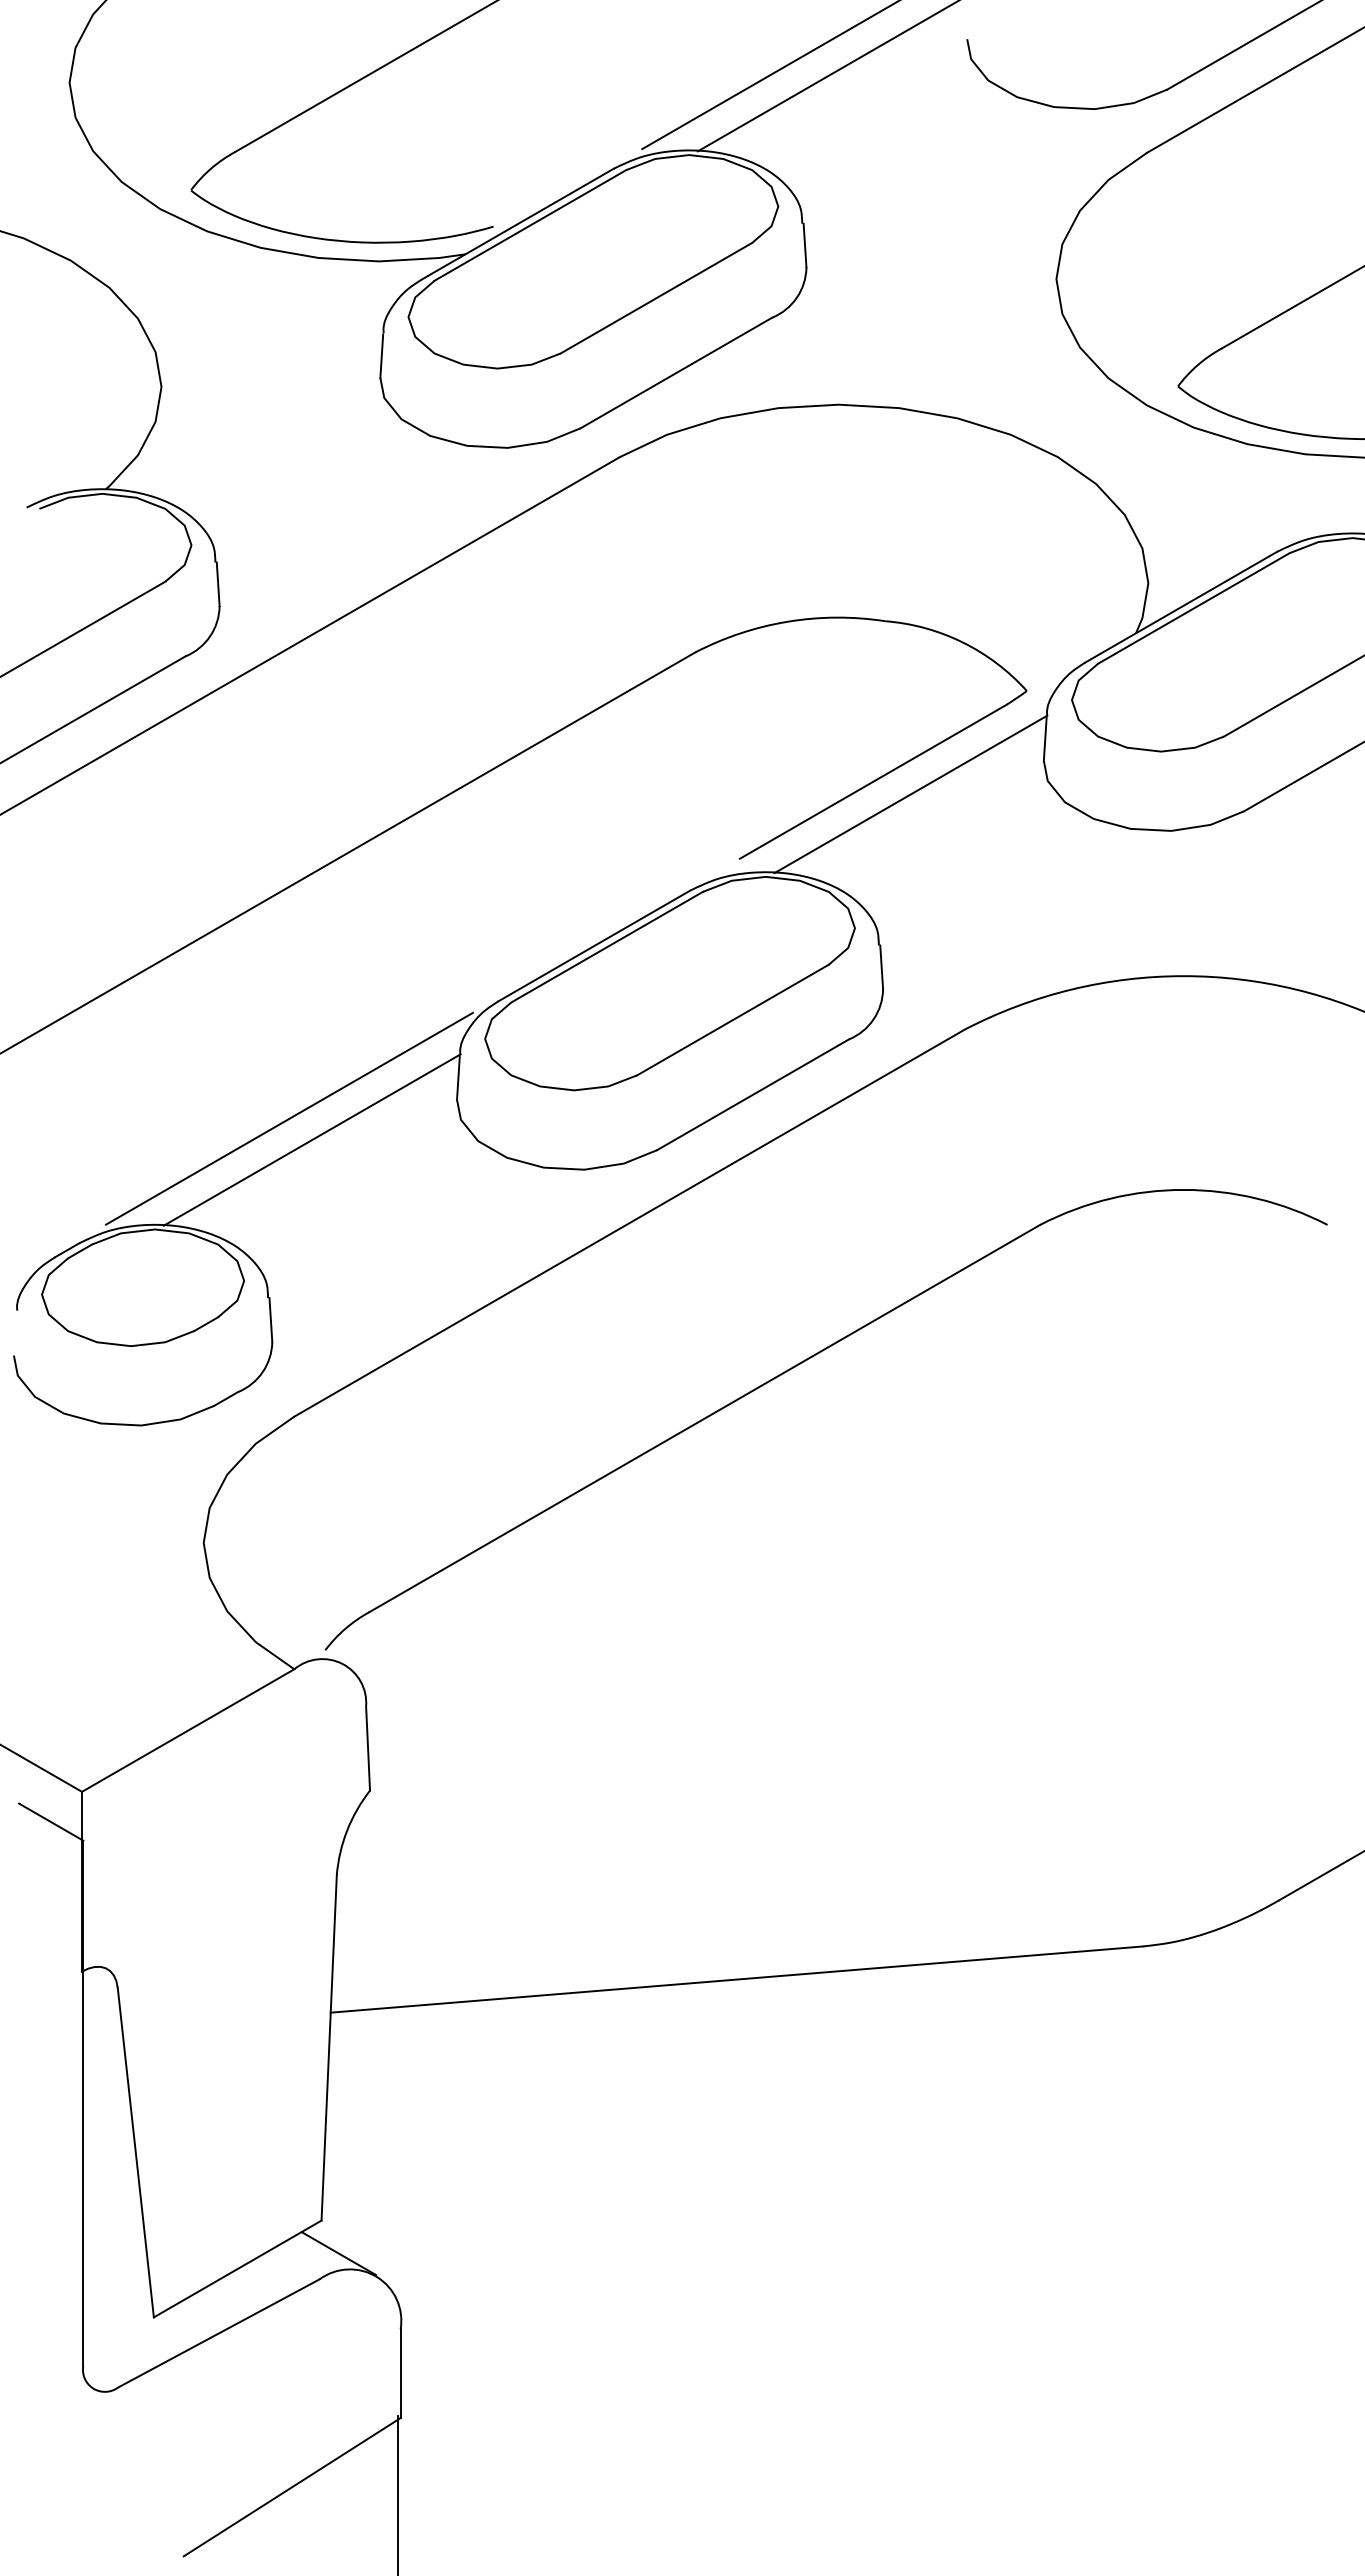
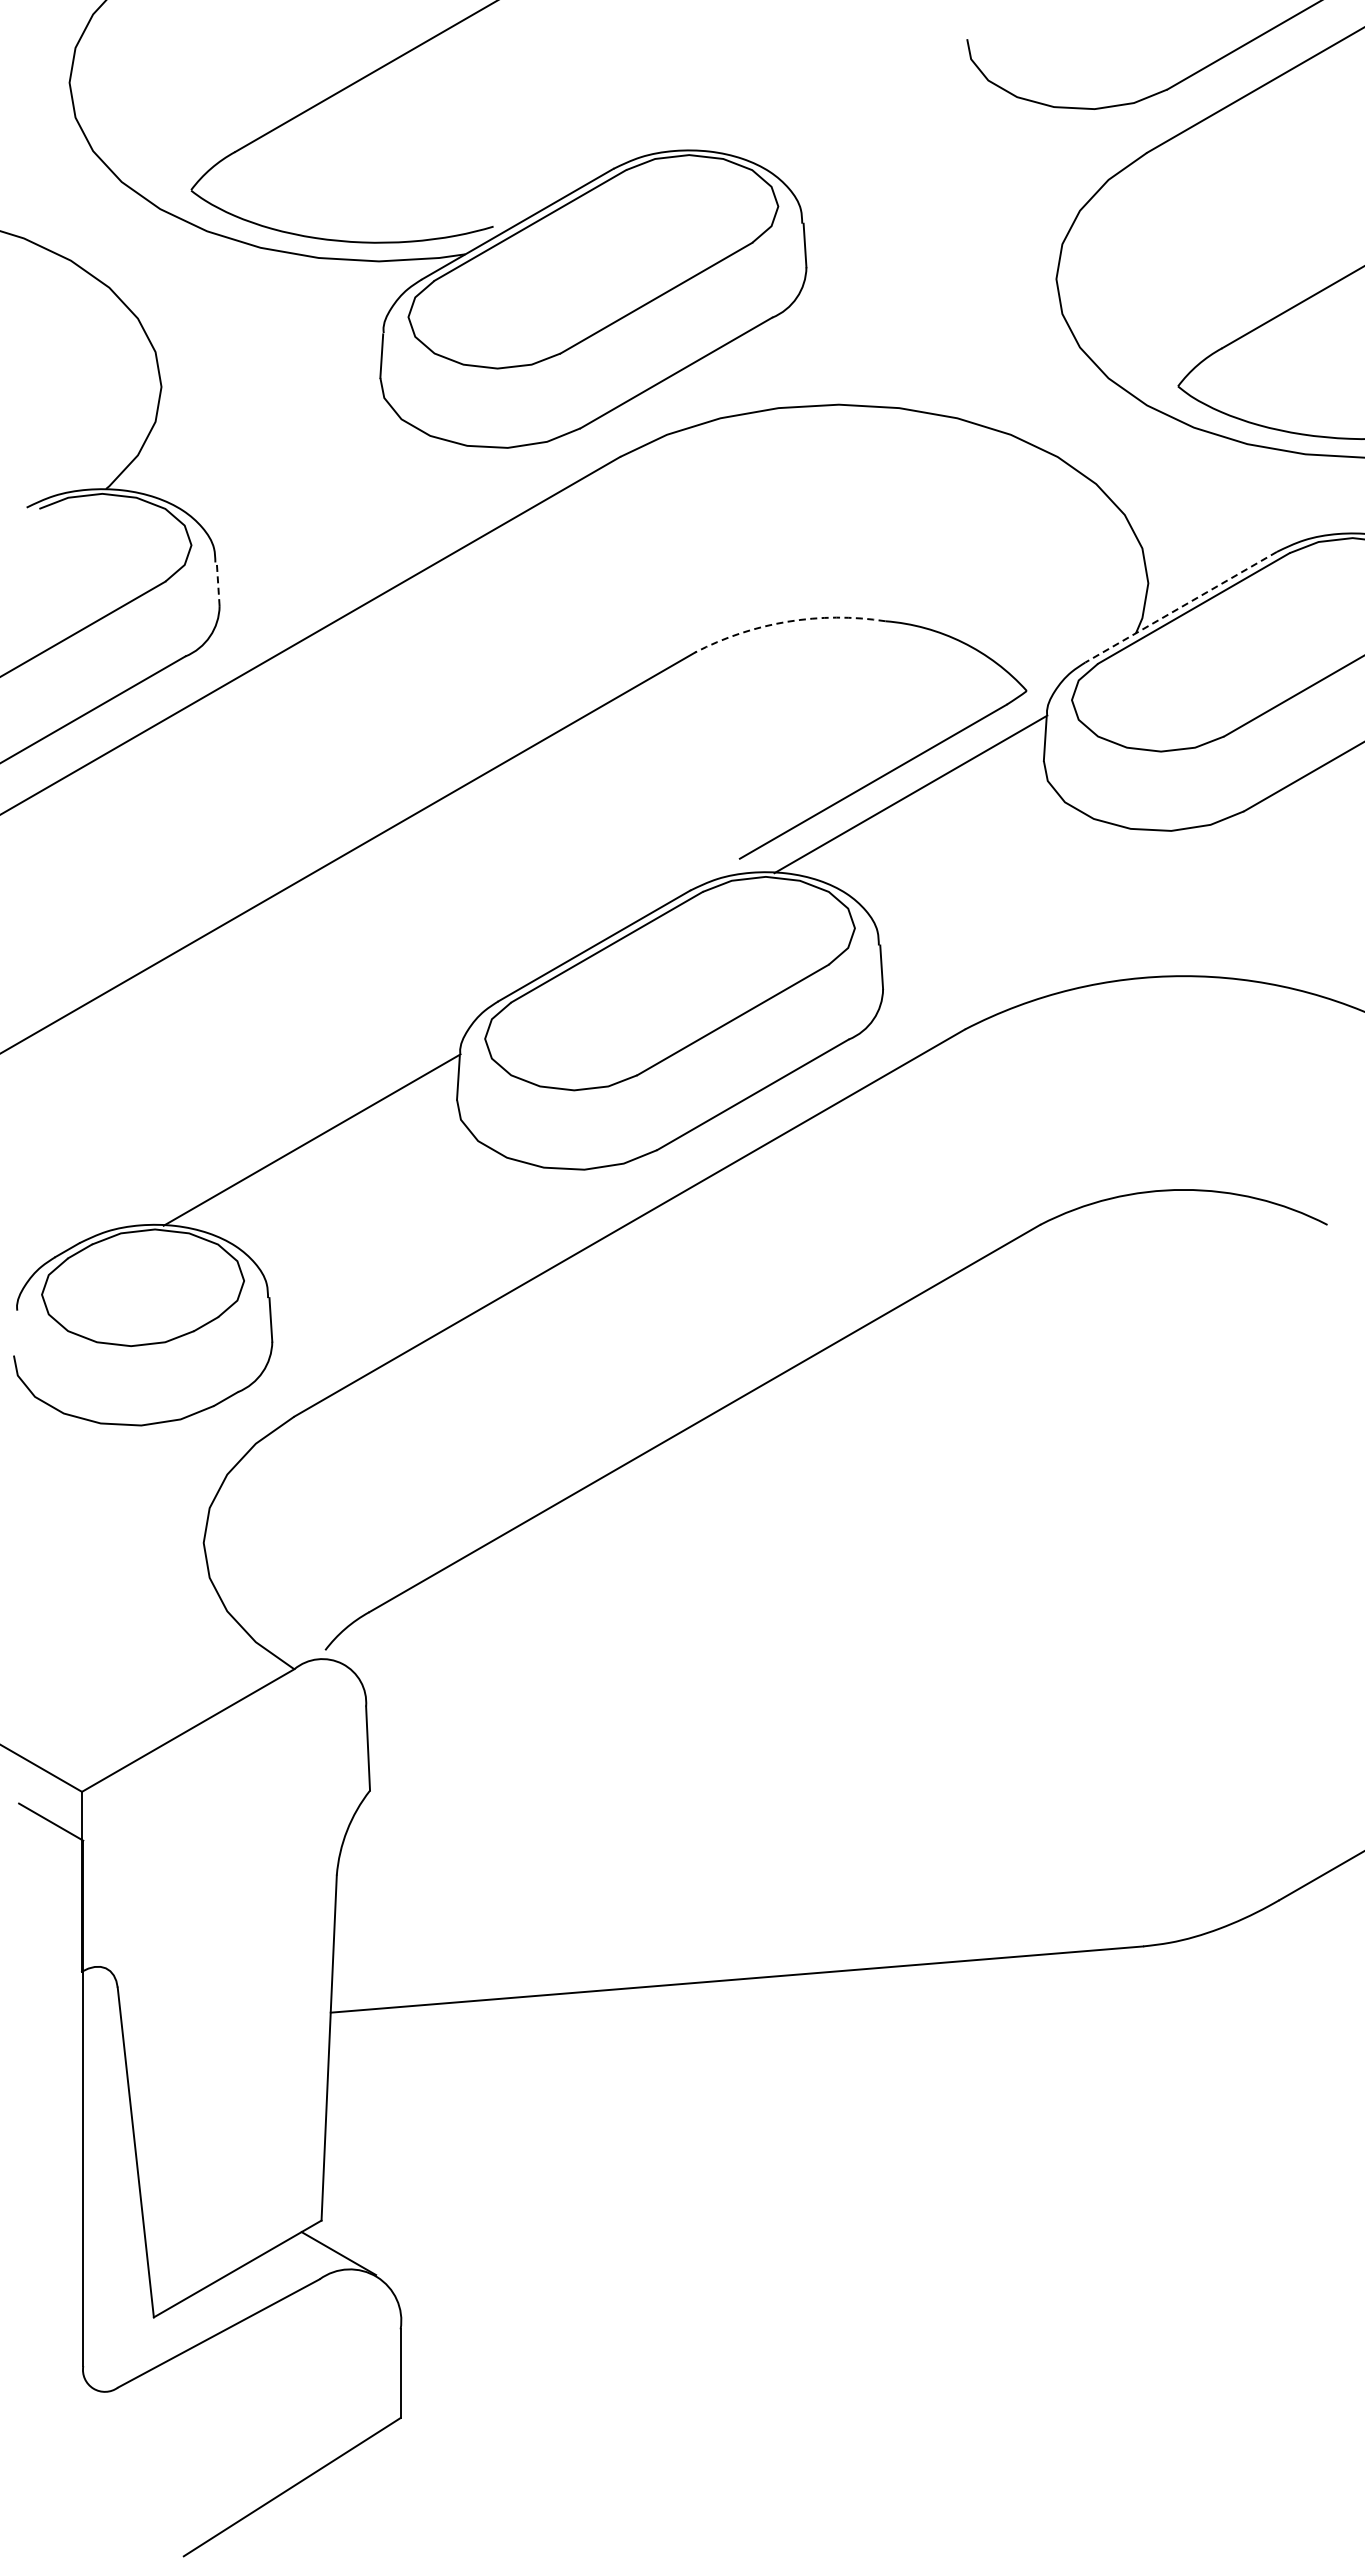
line at (769, 75): present -> none
line at (826, 76): present -> none
line at (218, 584): solid -> dashed
line at (1181, 607): solid -> dashed
arc at (787, 621): solid -> dashed
line at (289, 1118): present -> none
line at (397, 2494): present -> none
